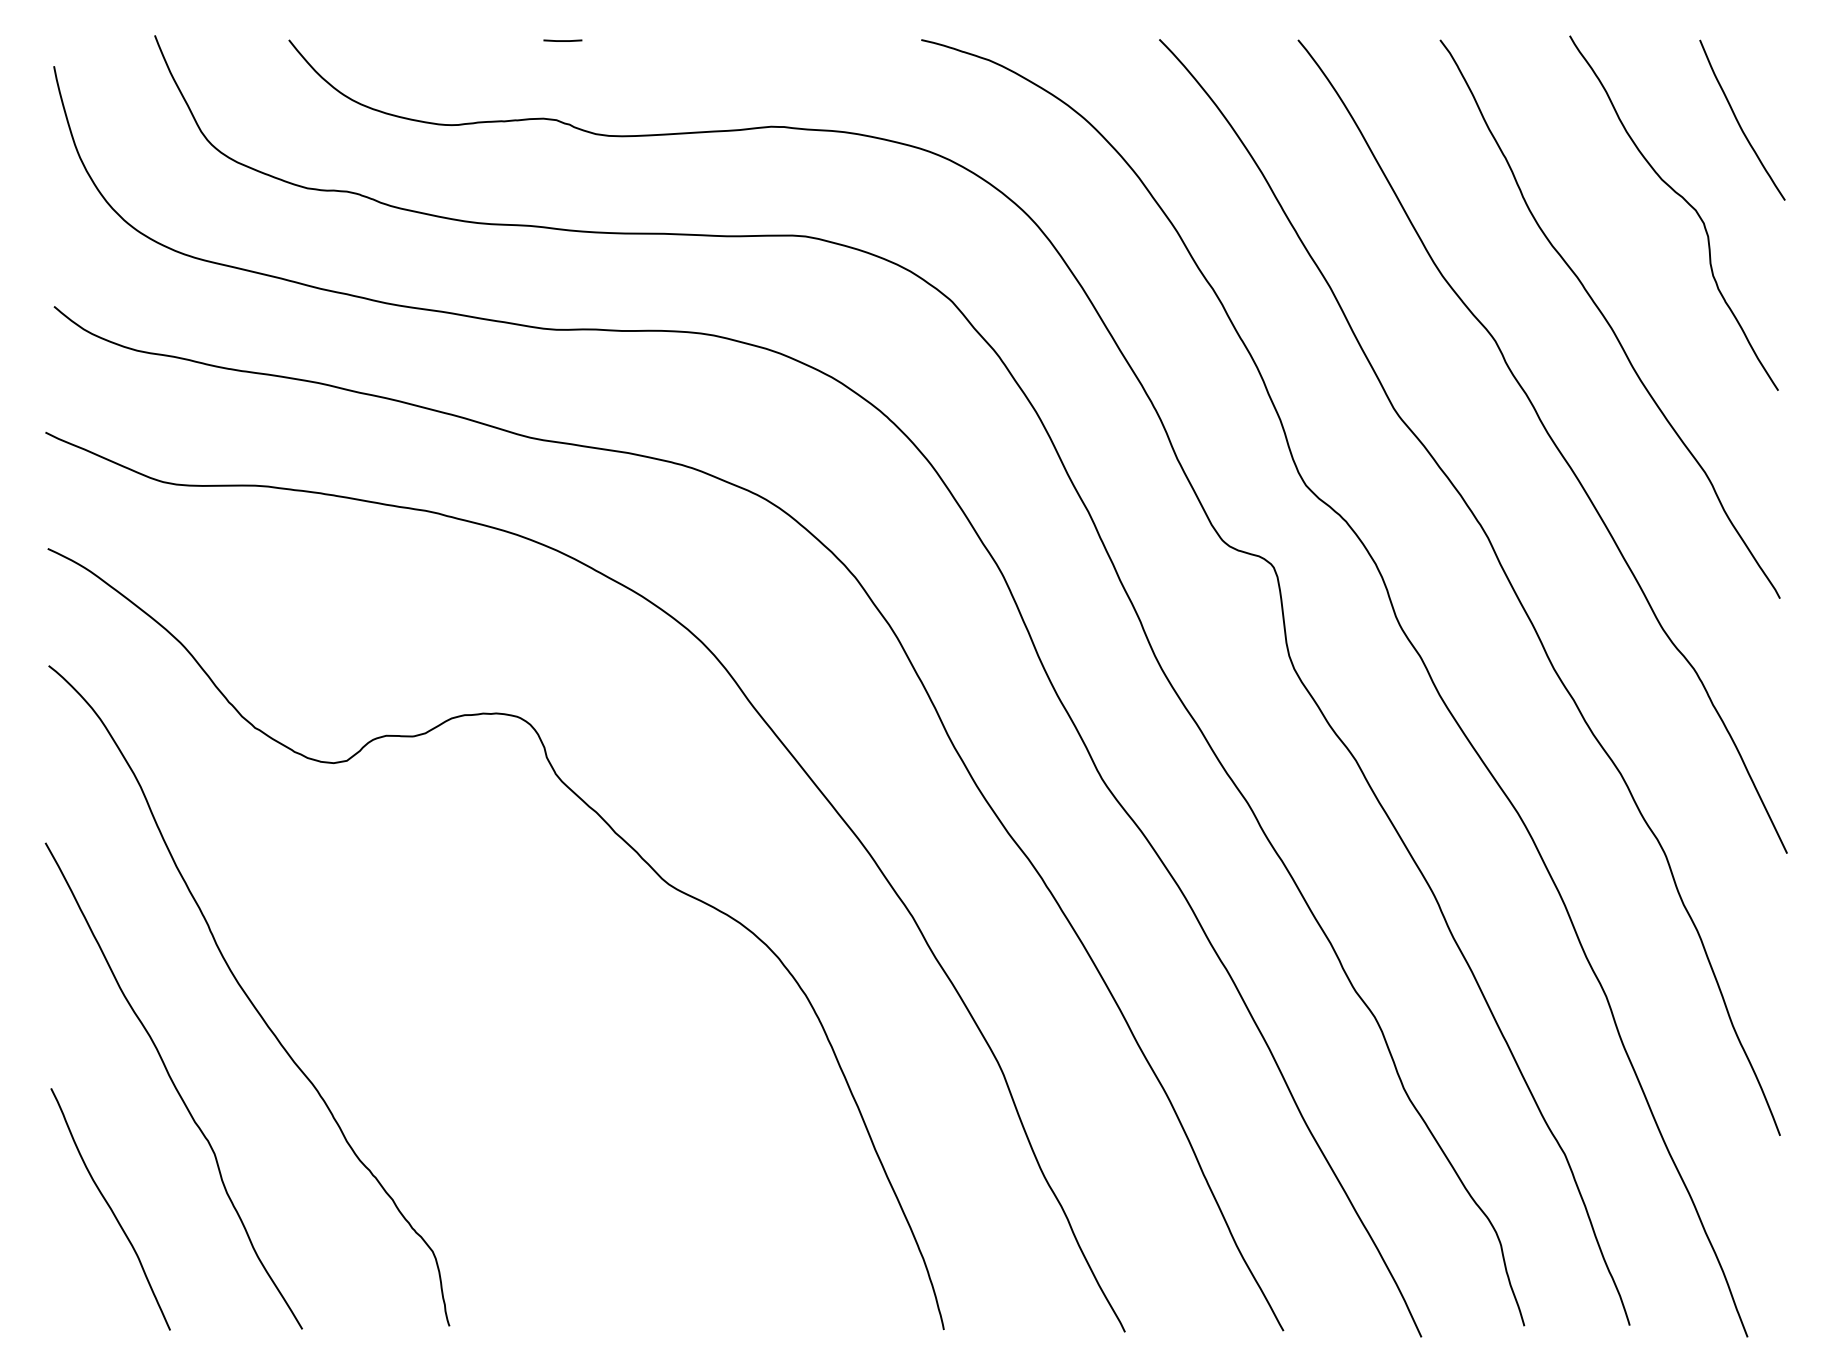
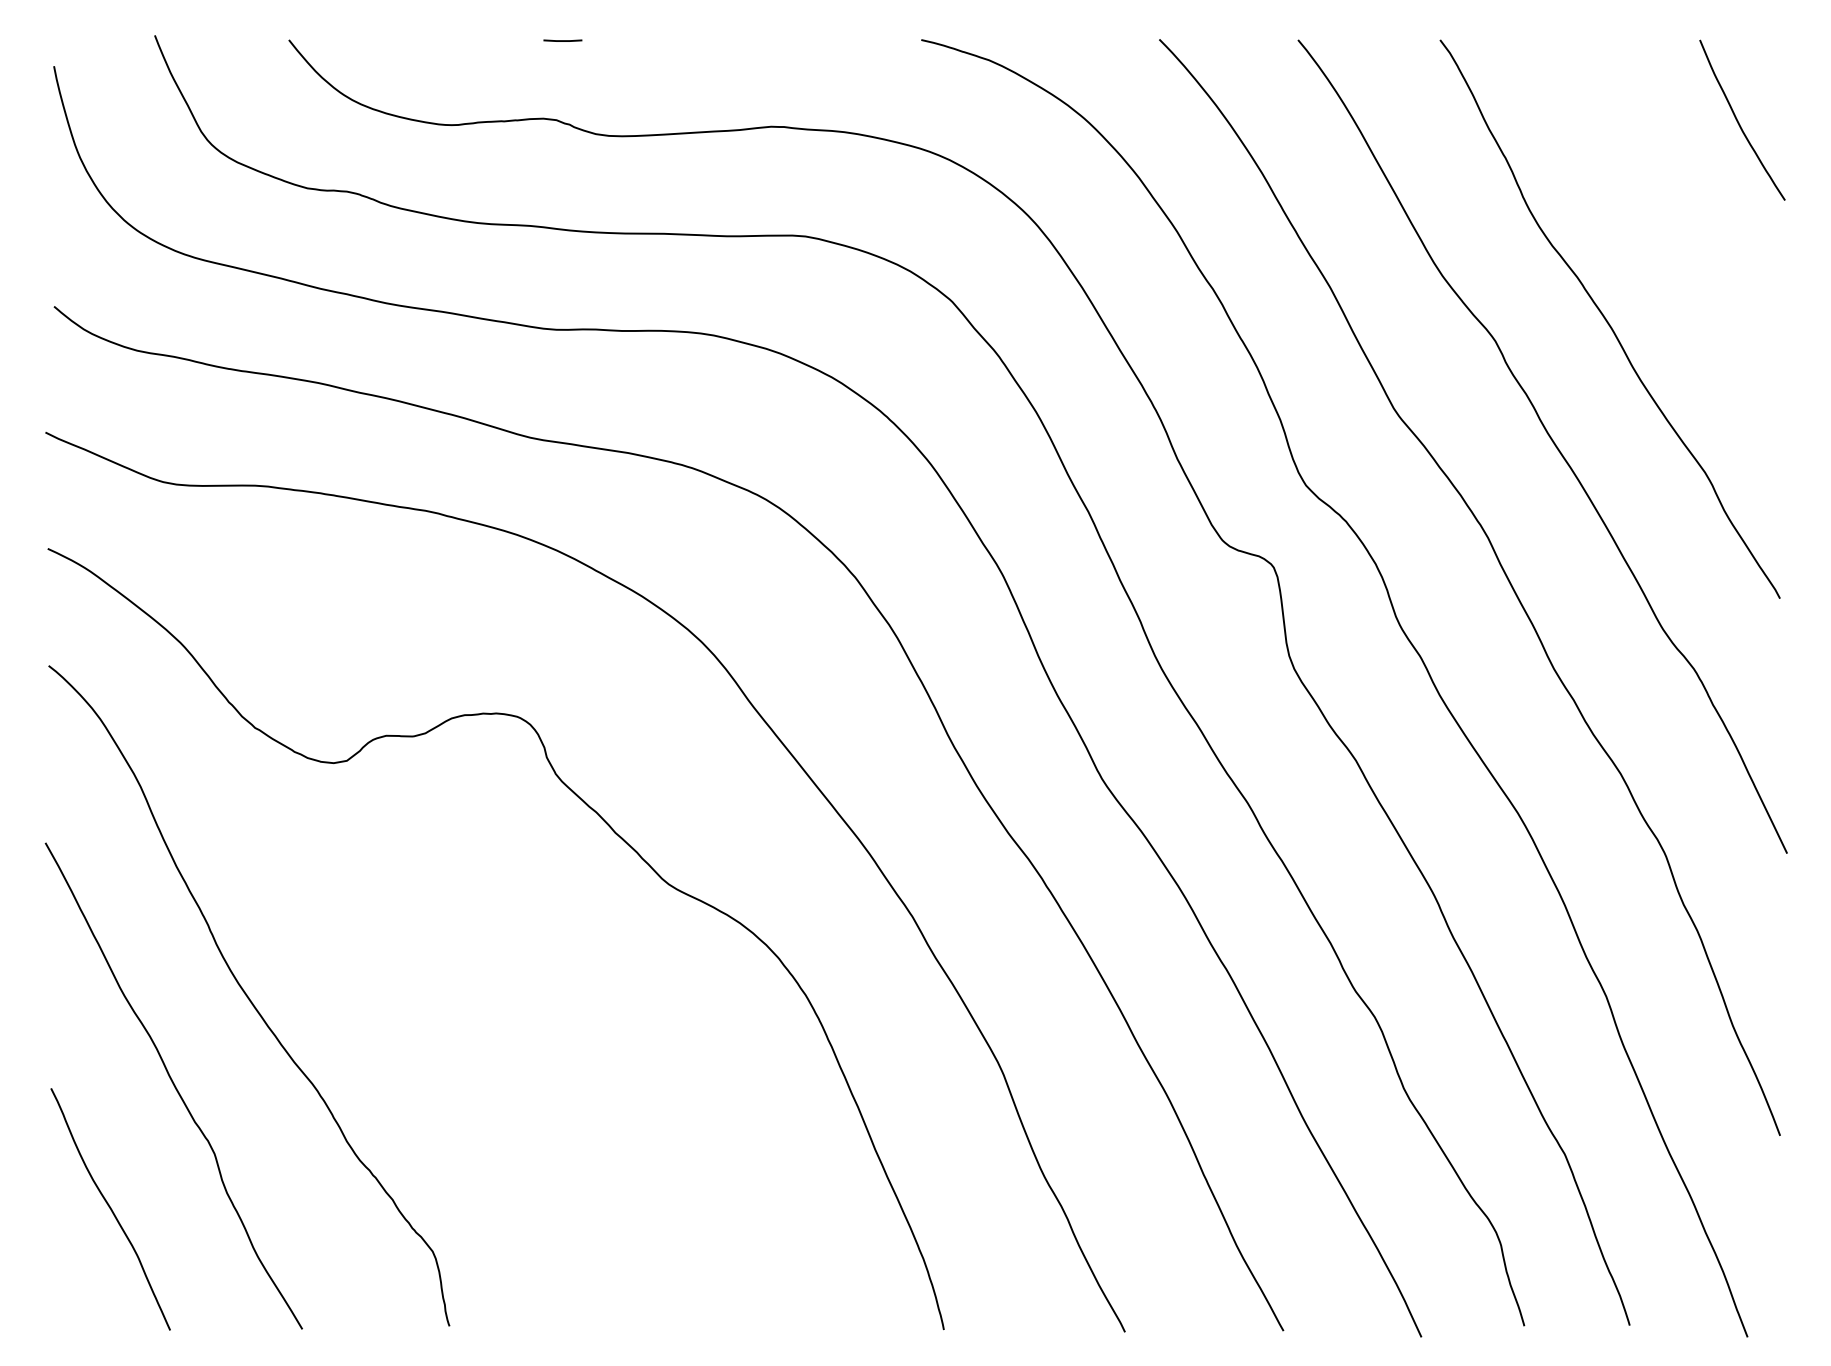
curve at (1684, 200): present -> none
